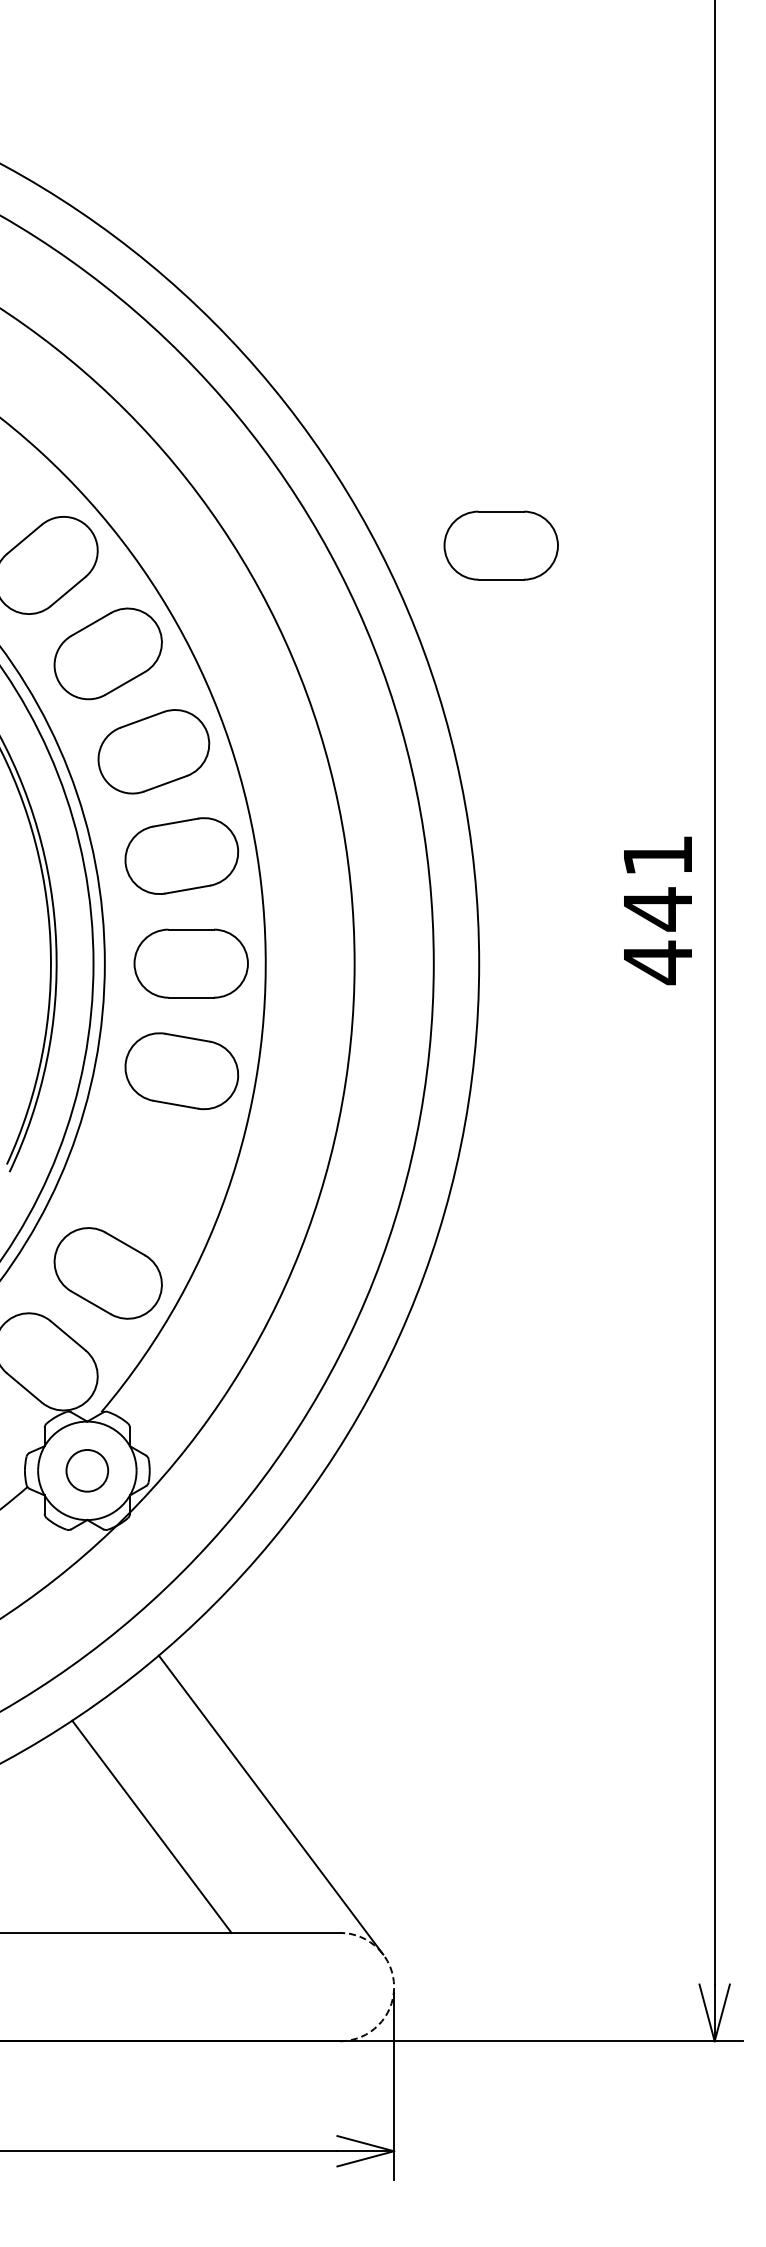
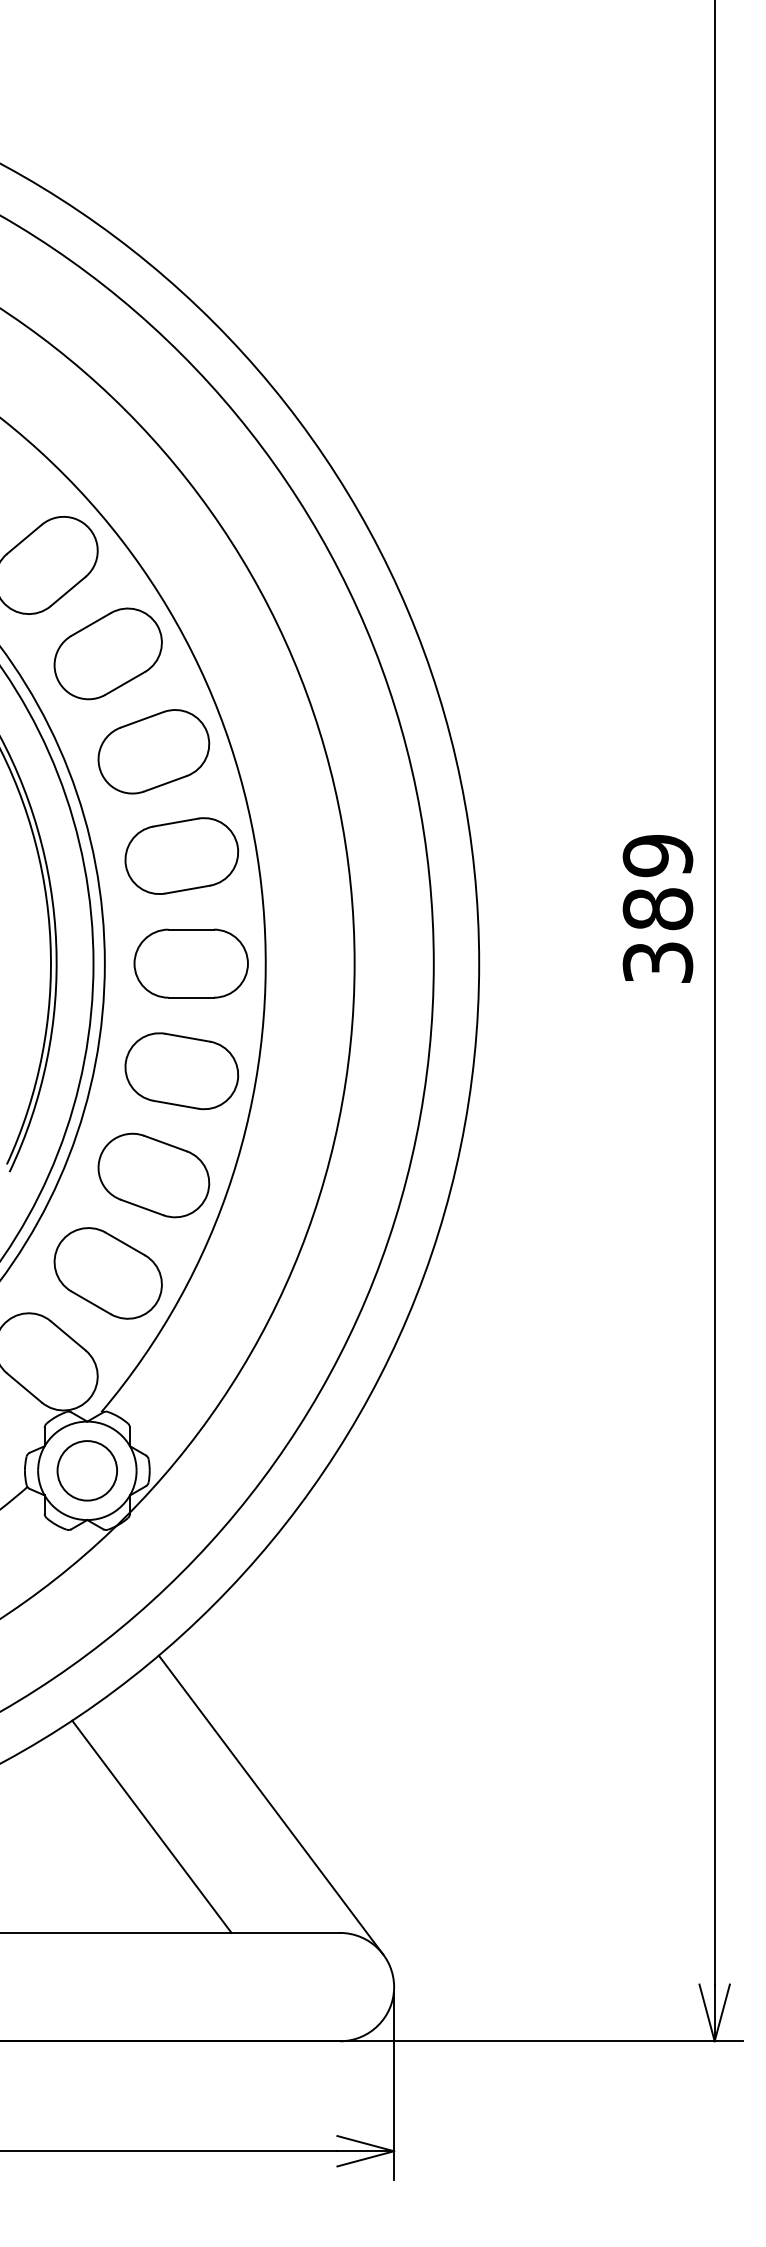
part at (500, 545): present -> none
text at (657, 910): 441 -> 389
part at (153, 1175): none -> present
circle at (87, 1470) diameter: 42 px -> 60 px
arc at (394, 1987): dashed -> solid
